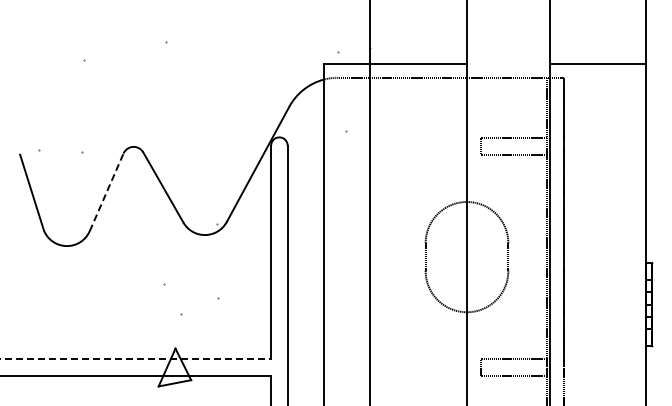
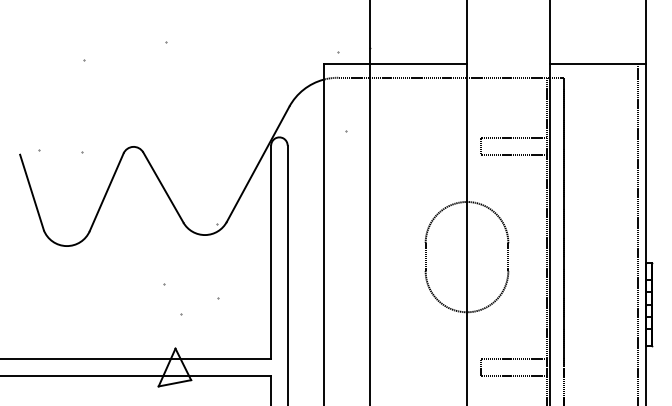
line at (106, 191): dashed -> solid
line at (638, 233): none -> present
line at (136, 359): dashed -> solid
